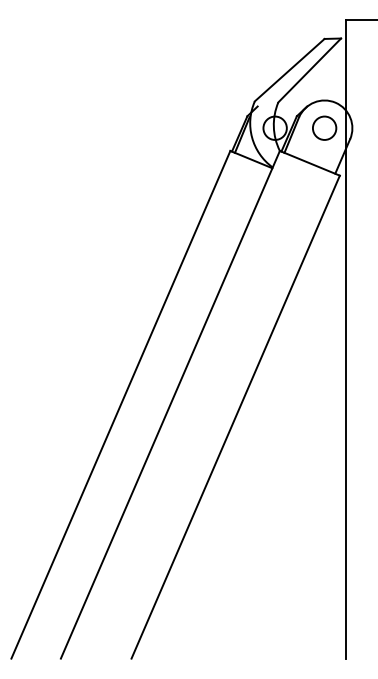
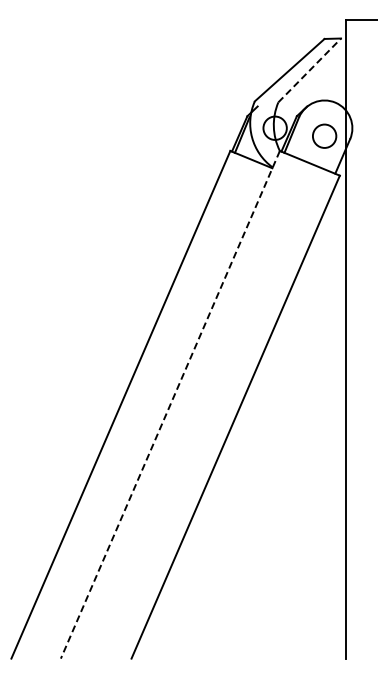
line at (309, 70): solid -> dashed
circle at (324, 127) position: (324, 127) -> (324, 135)
line at (170, 405): solid -> dashed
